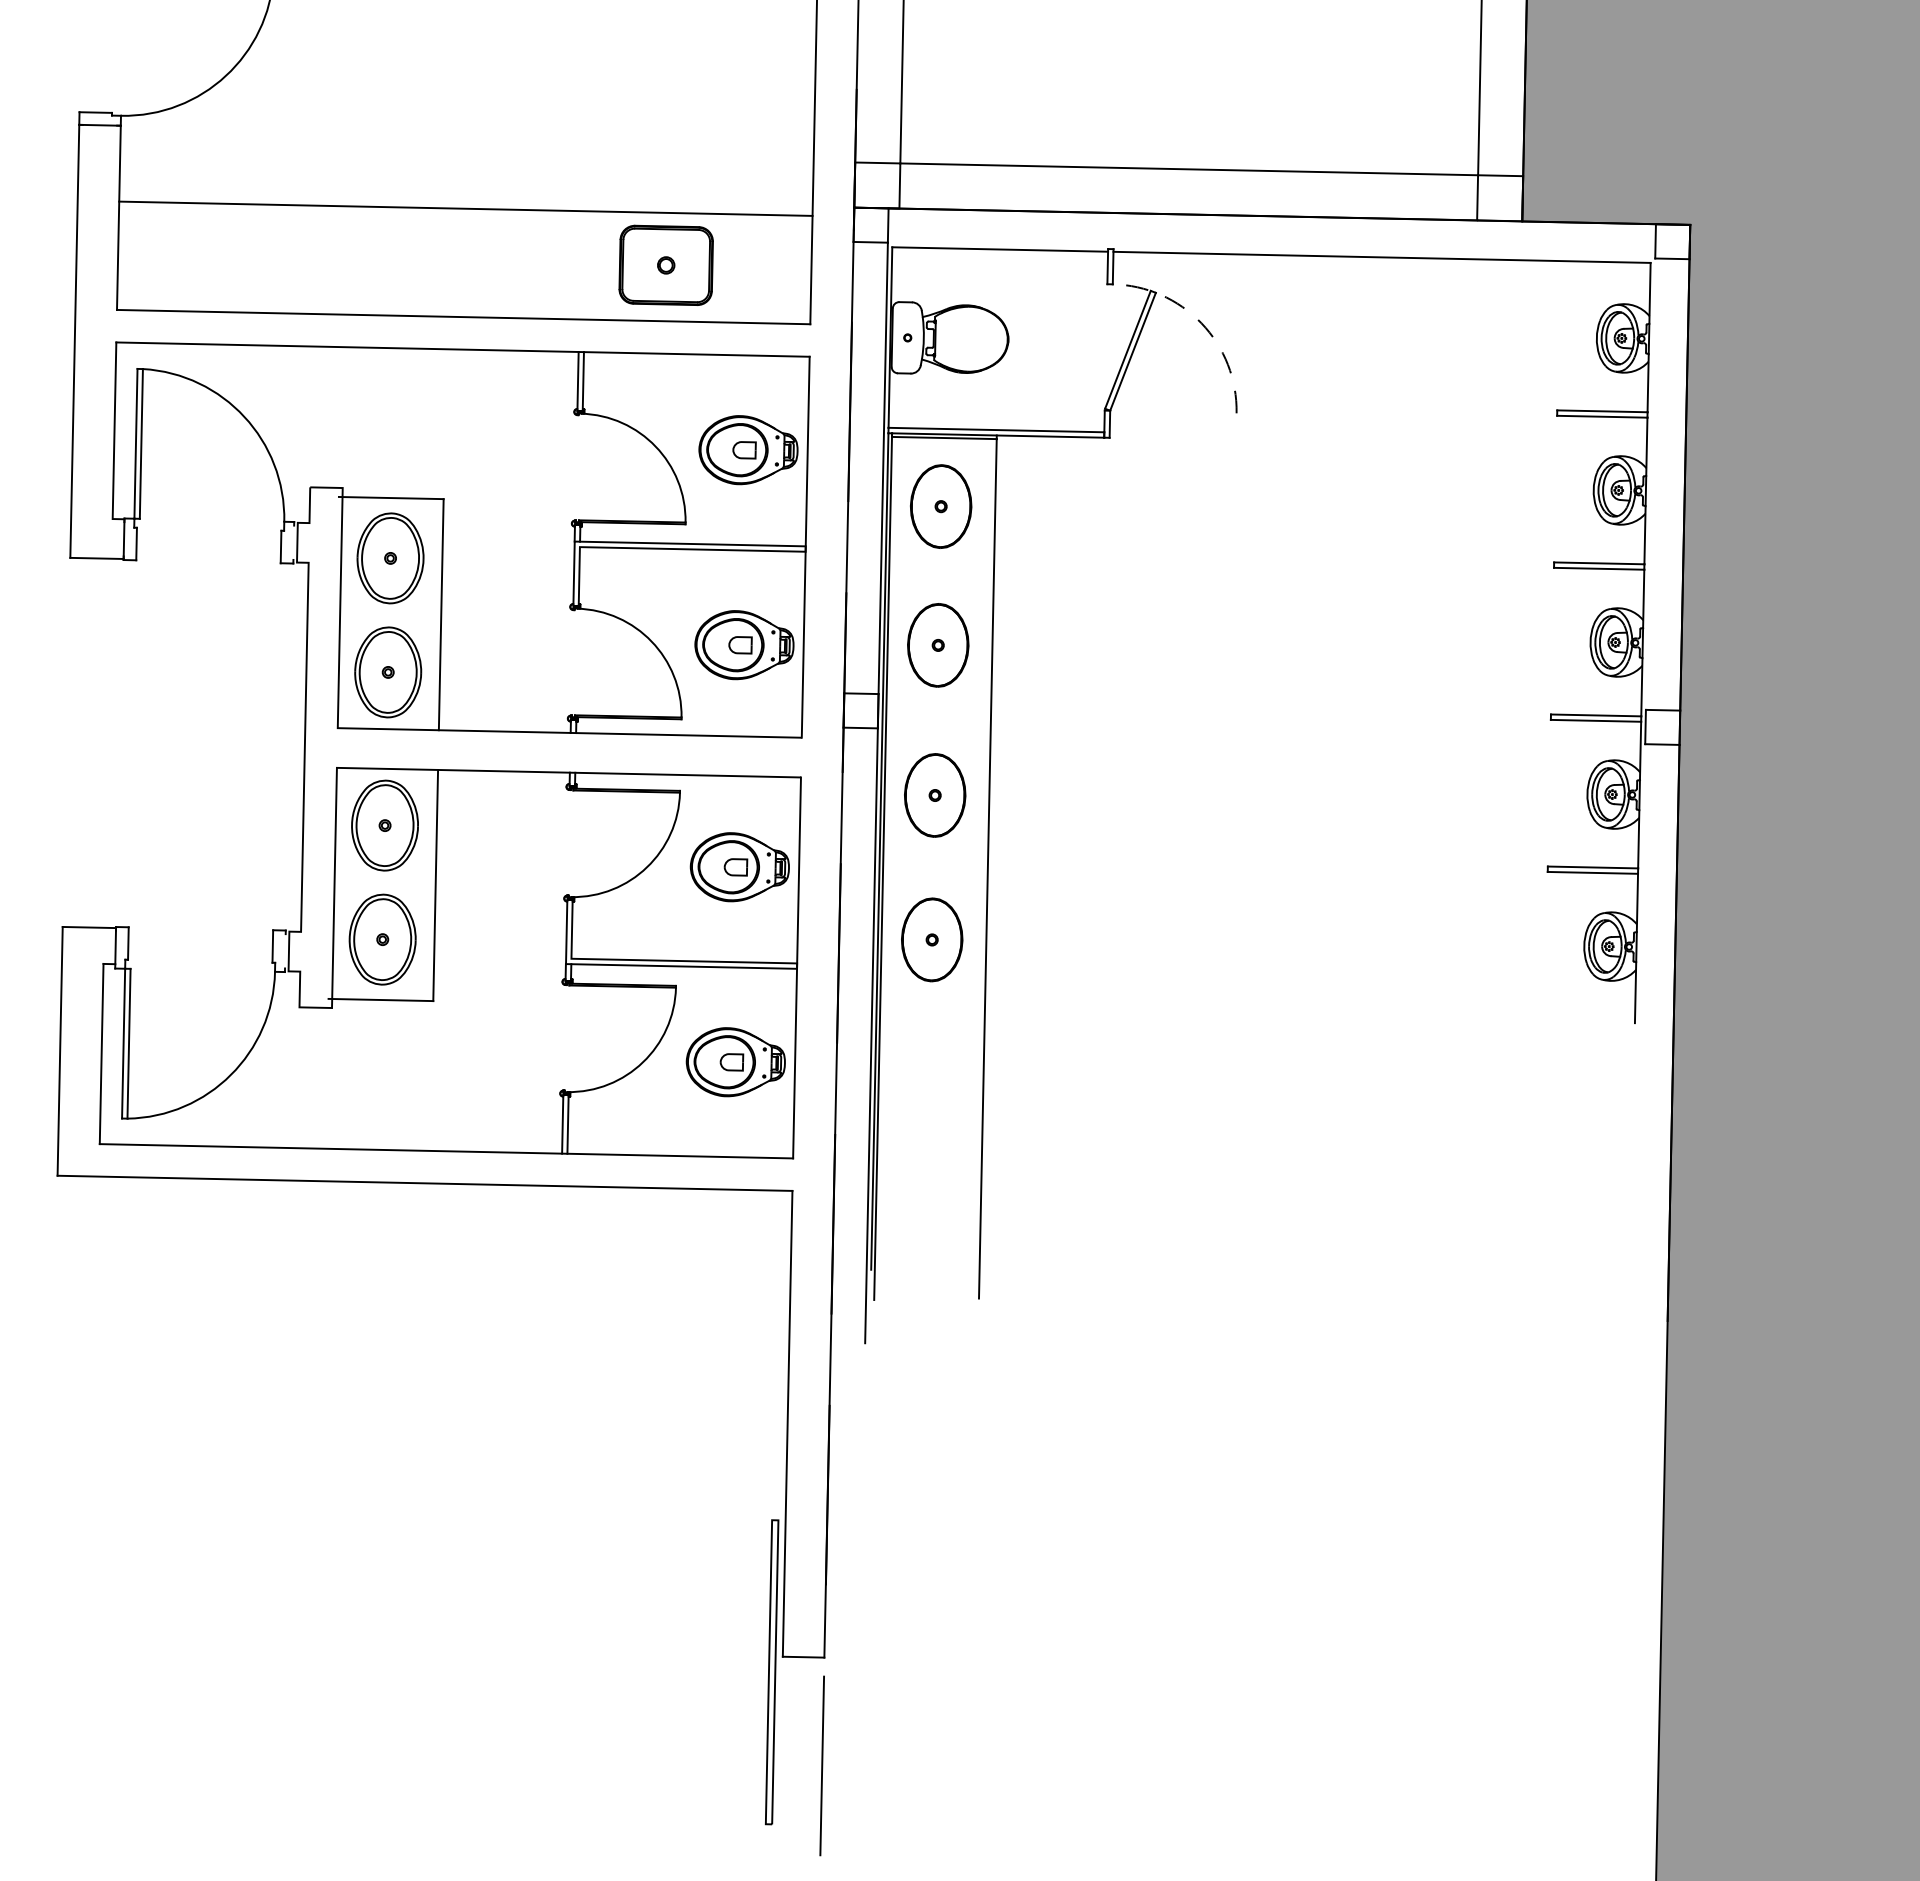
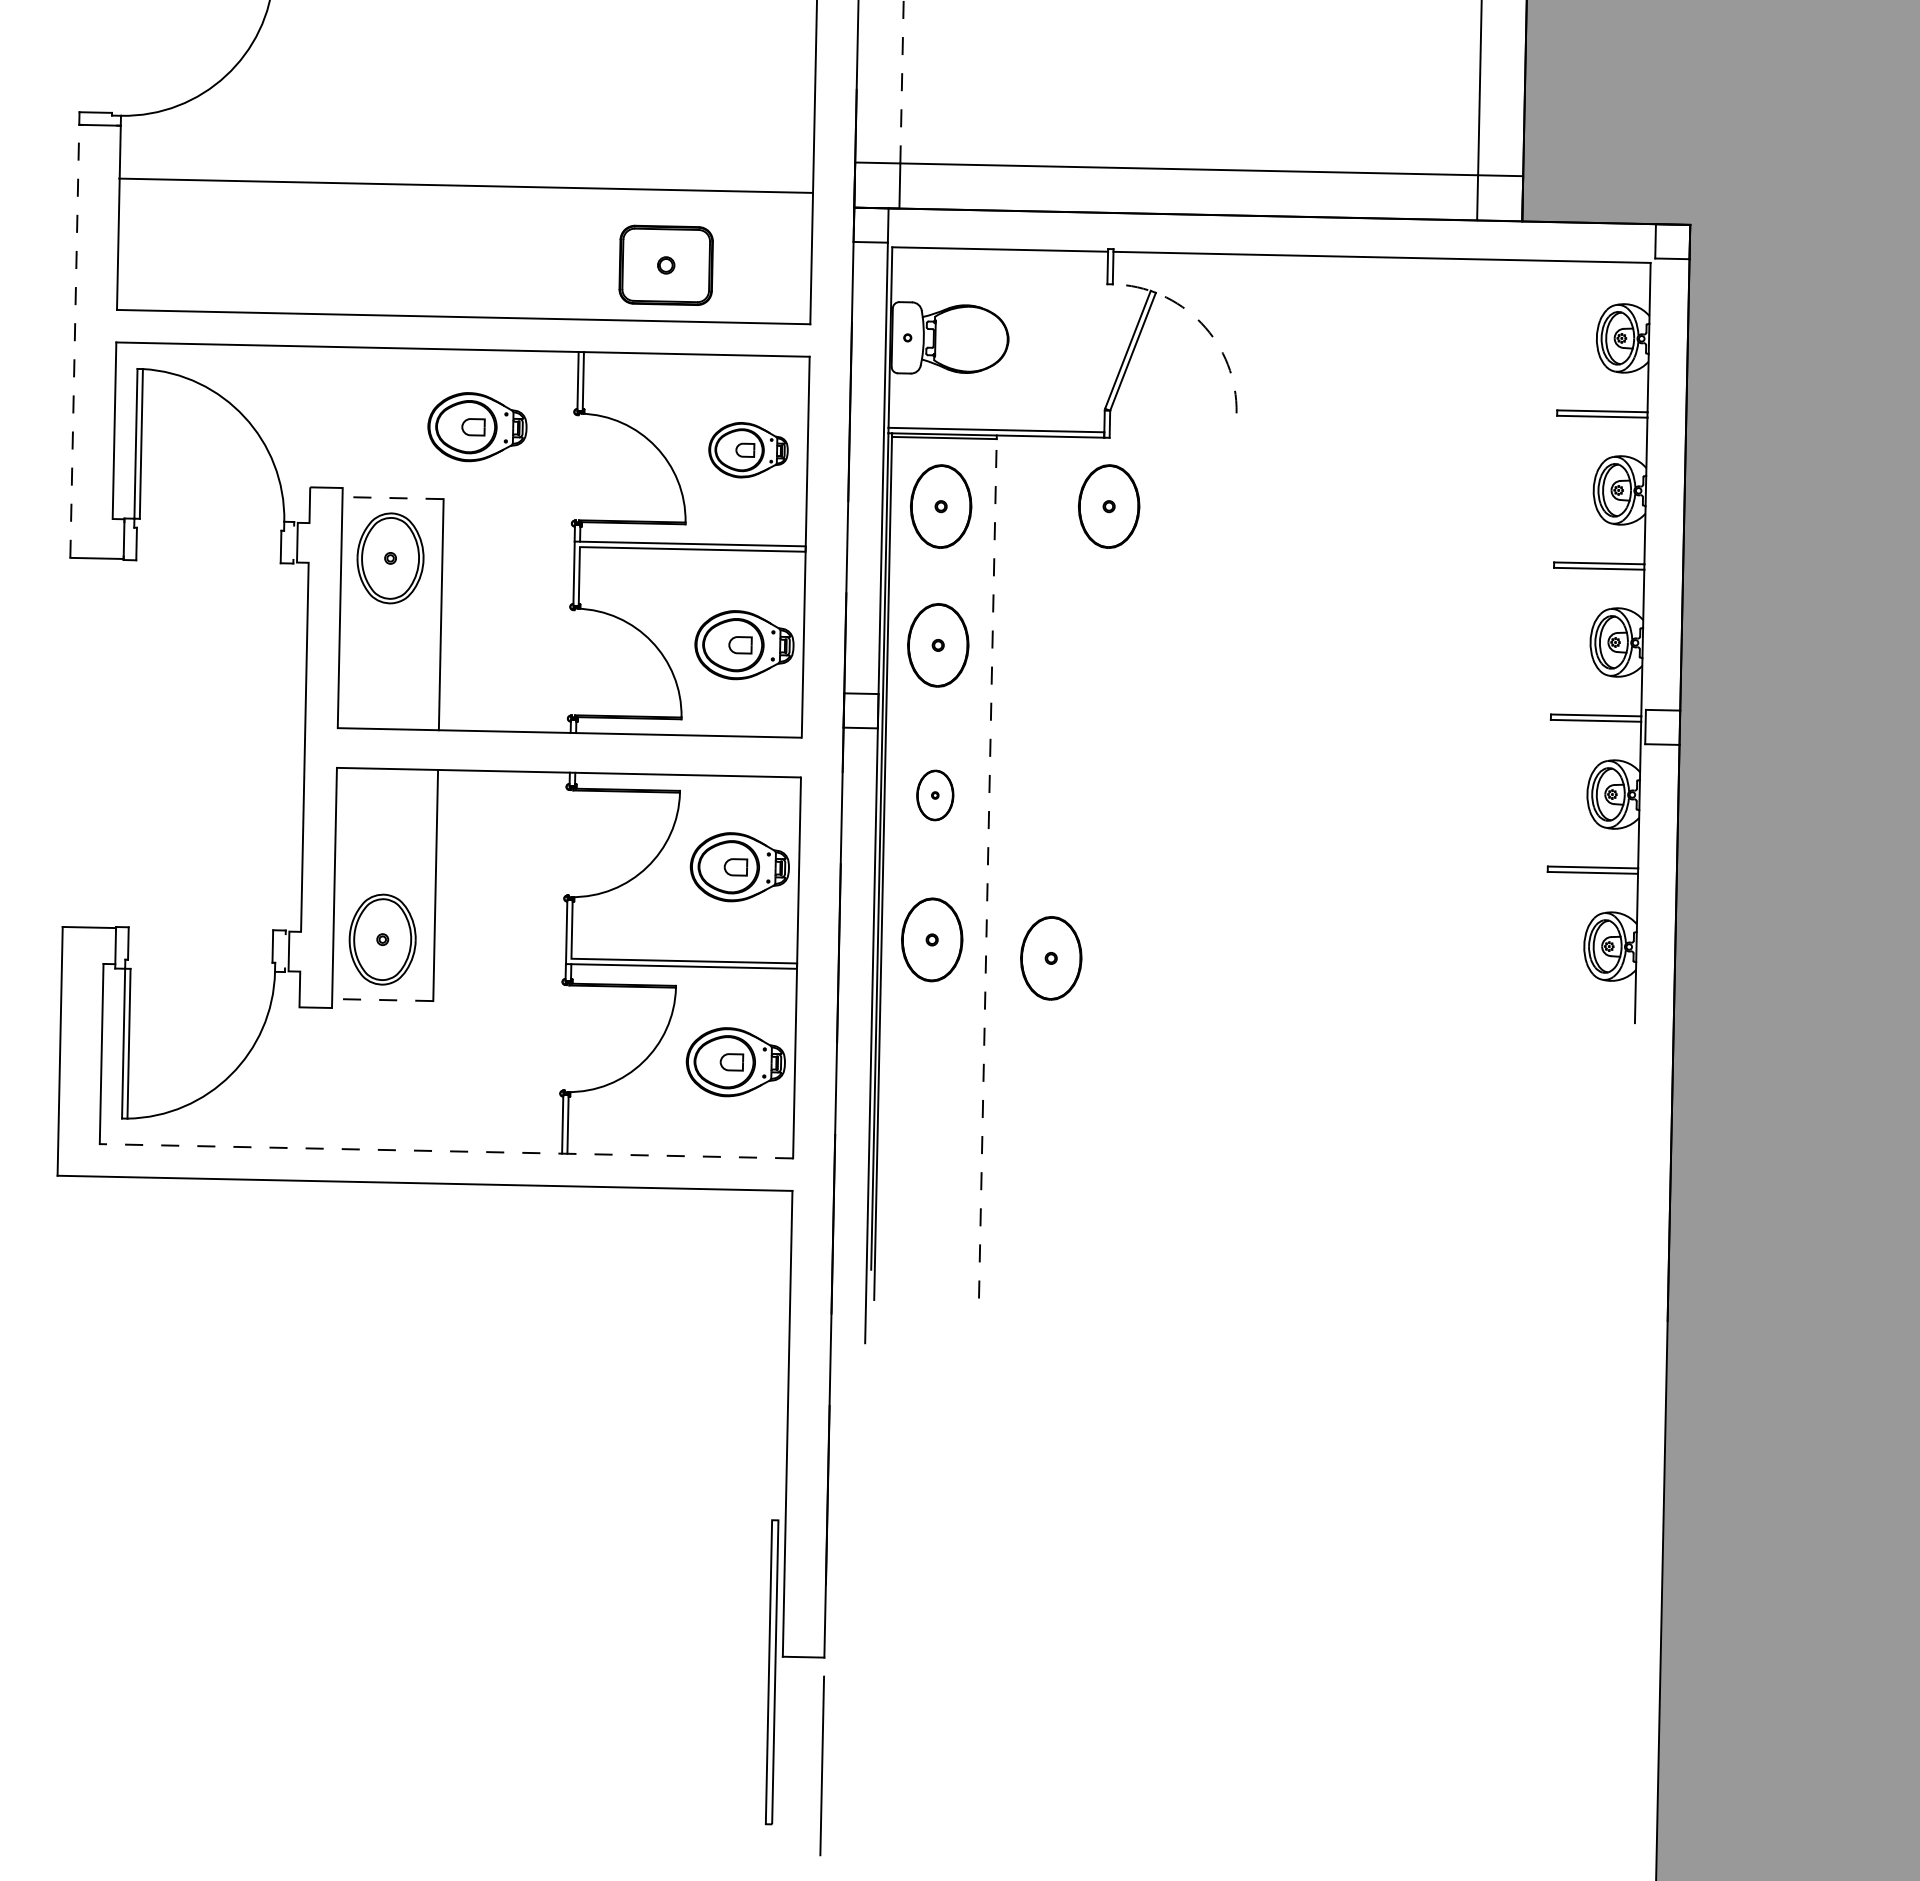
line at (902, 81): solid -> dashed
line at (465, 208) position: (465, 208) -> (465, 185)
line at (74, 341): solid -> dashed
part at (477, 427): none -> present
part at (748, 450) size: 101x71 px -> 81x57 px
line at (390, 498): solid -> dashed
part at (1109, 506): none -> present
part at (388, 672): present -> none
part at (935, 795) size: 63x85 px -> 39x53 px
part at (384, 825): present -> none
line at (987, 868): solid -> dashed
part at (1051, 958): none -> present
line at (380, 999): solid -> dashed
line at (446, 1151): solid -> dashed
